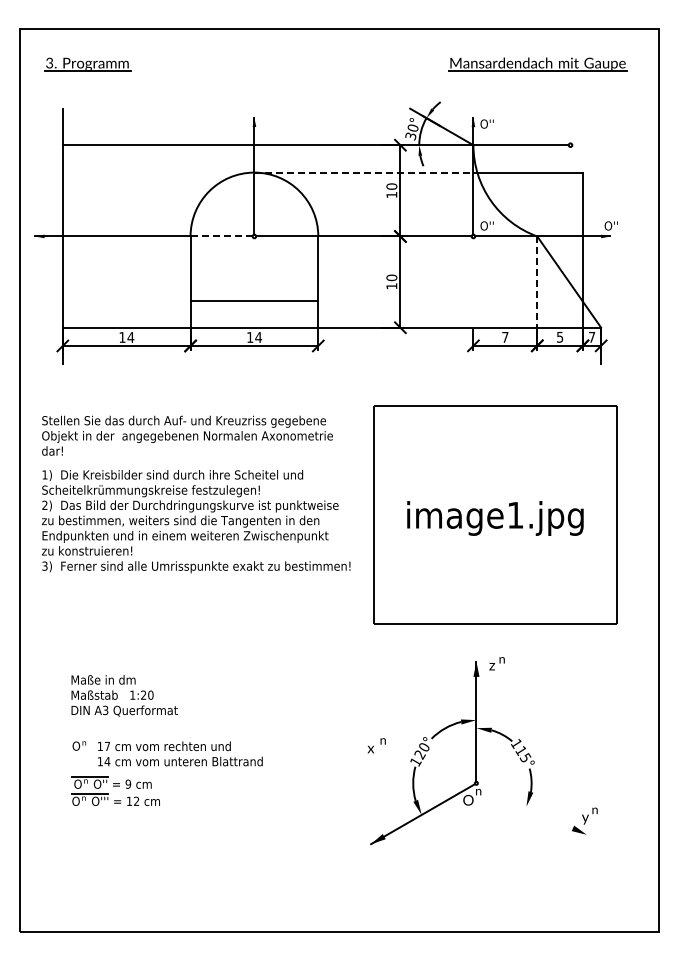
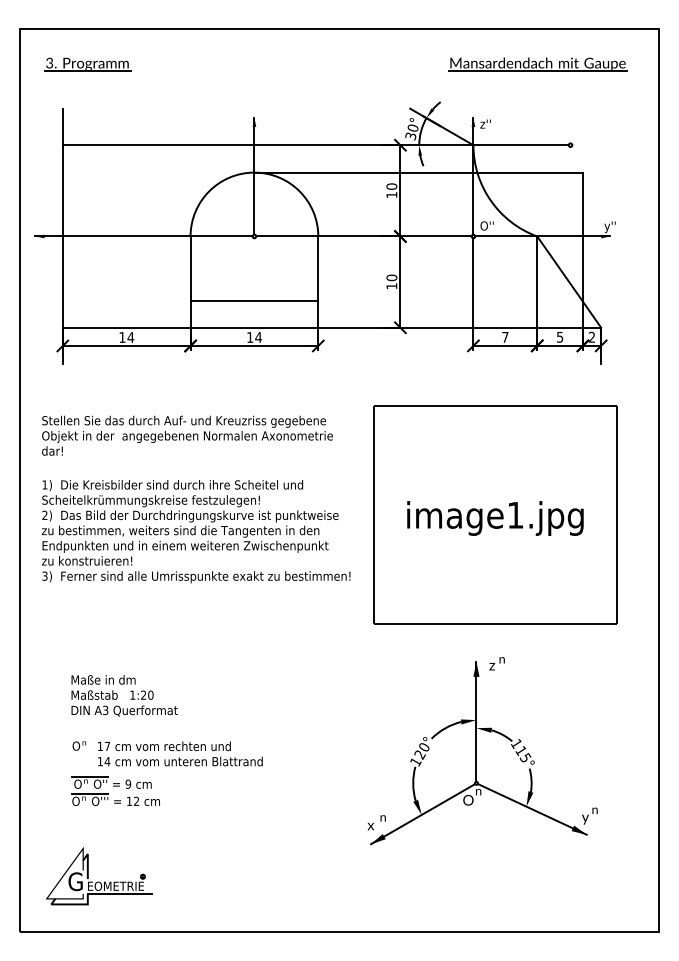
text at (486, 123): O'' -> z''
line at (366, 172): dashed -> solid
text at (610, 227): O'' -> y''
line at (222, 236): dashed -> solid
line at (473, 282): none -> present
line at (537, 282): dashed -> solid
text at (591, 336): 7 -> 2
text at (196, 521) position: (196, 521) -> (196, 531)
text at (376, 745) position: (376, 745) -> (376, 822)
line at (531, 808): none -> present
part at (98, 876): none -> present
